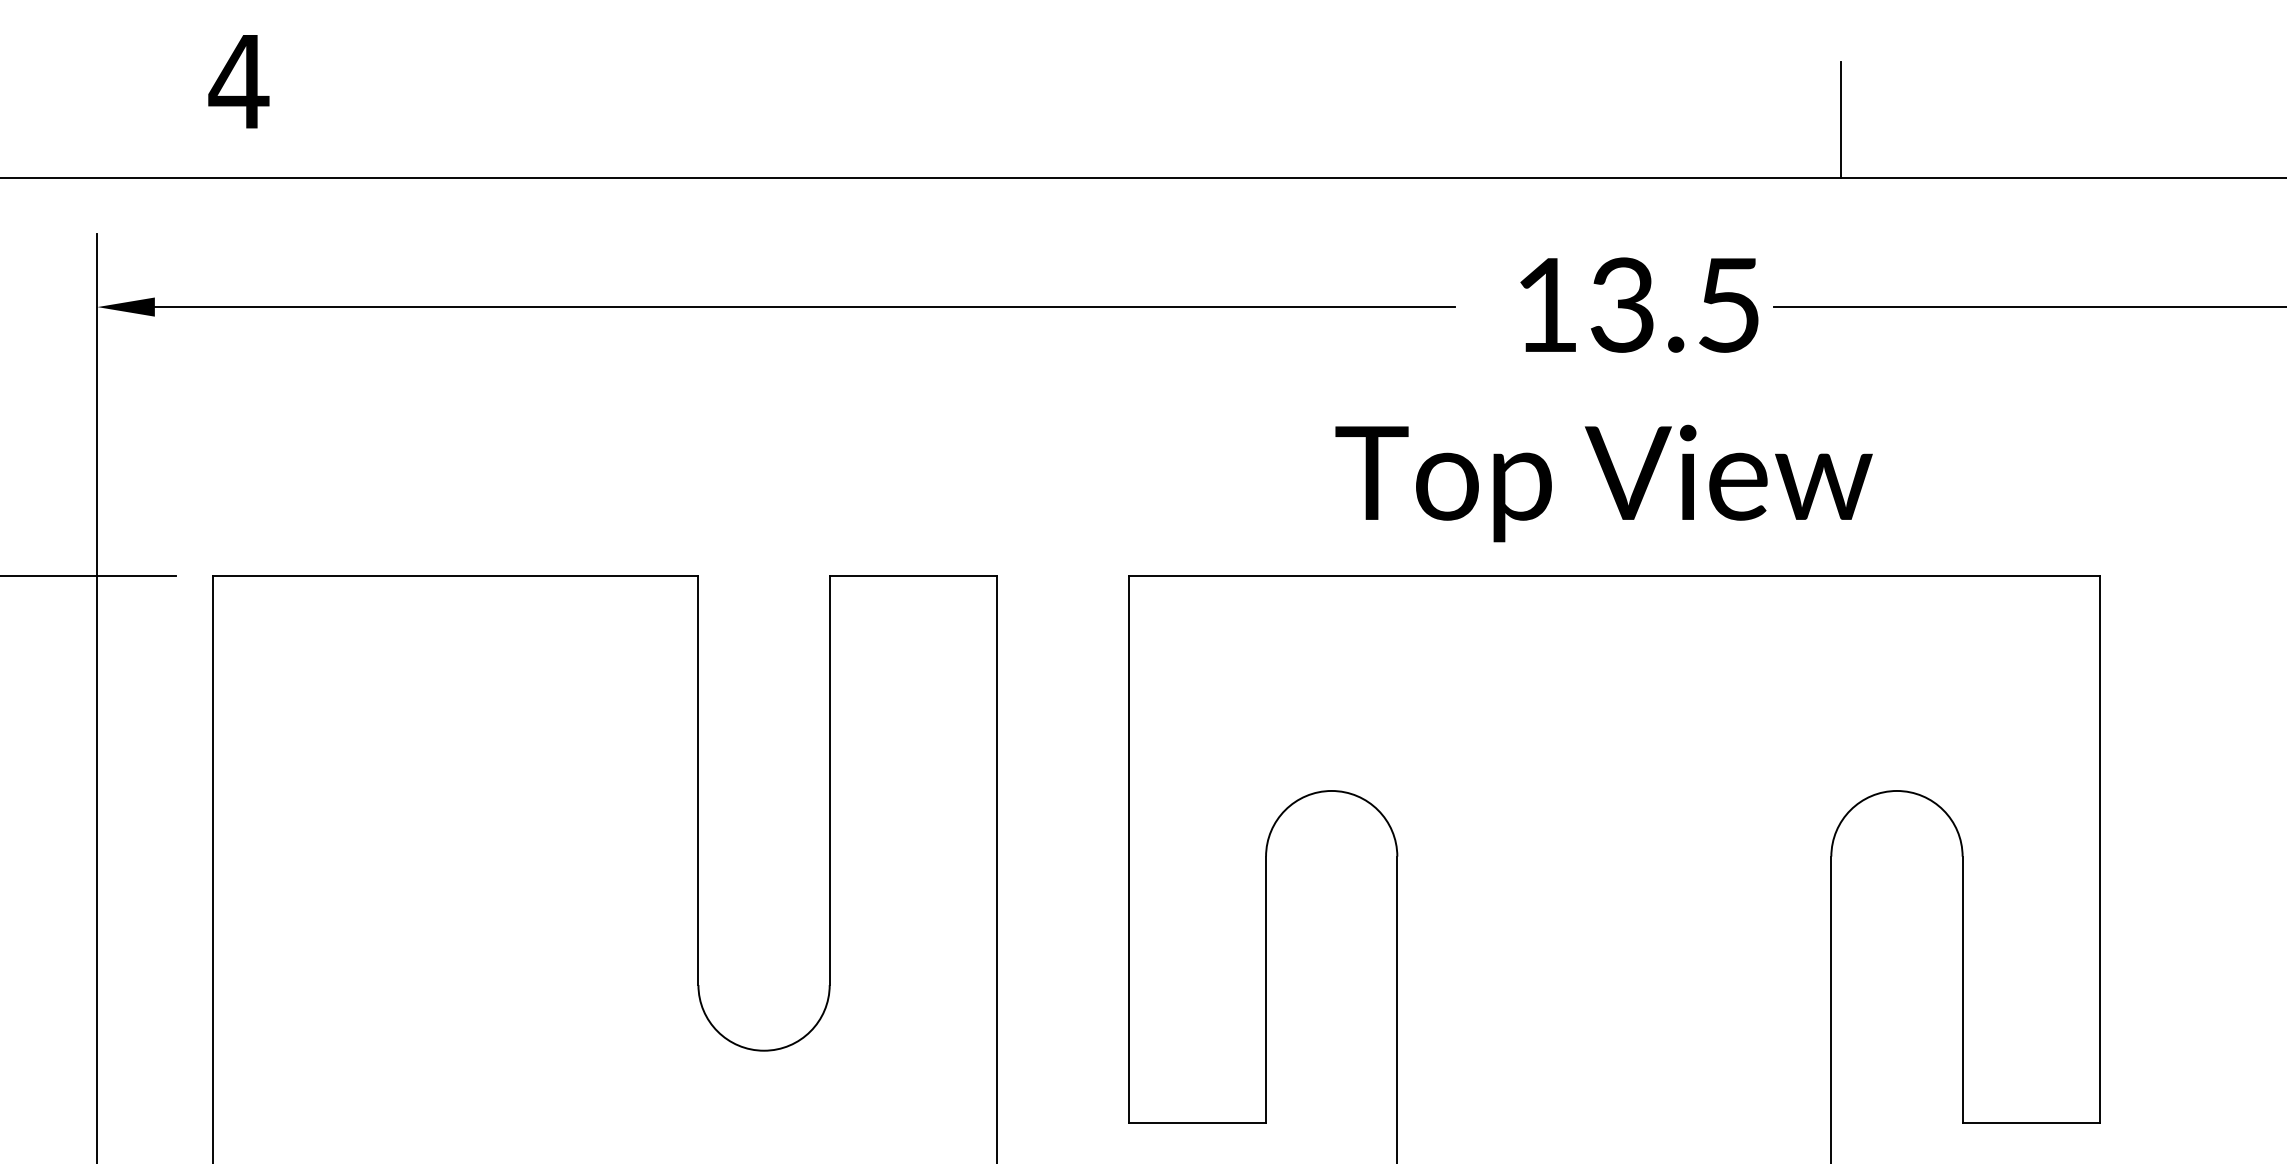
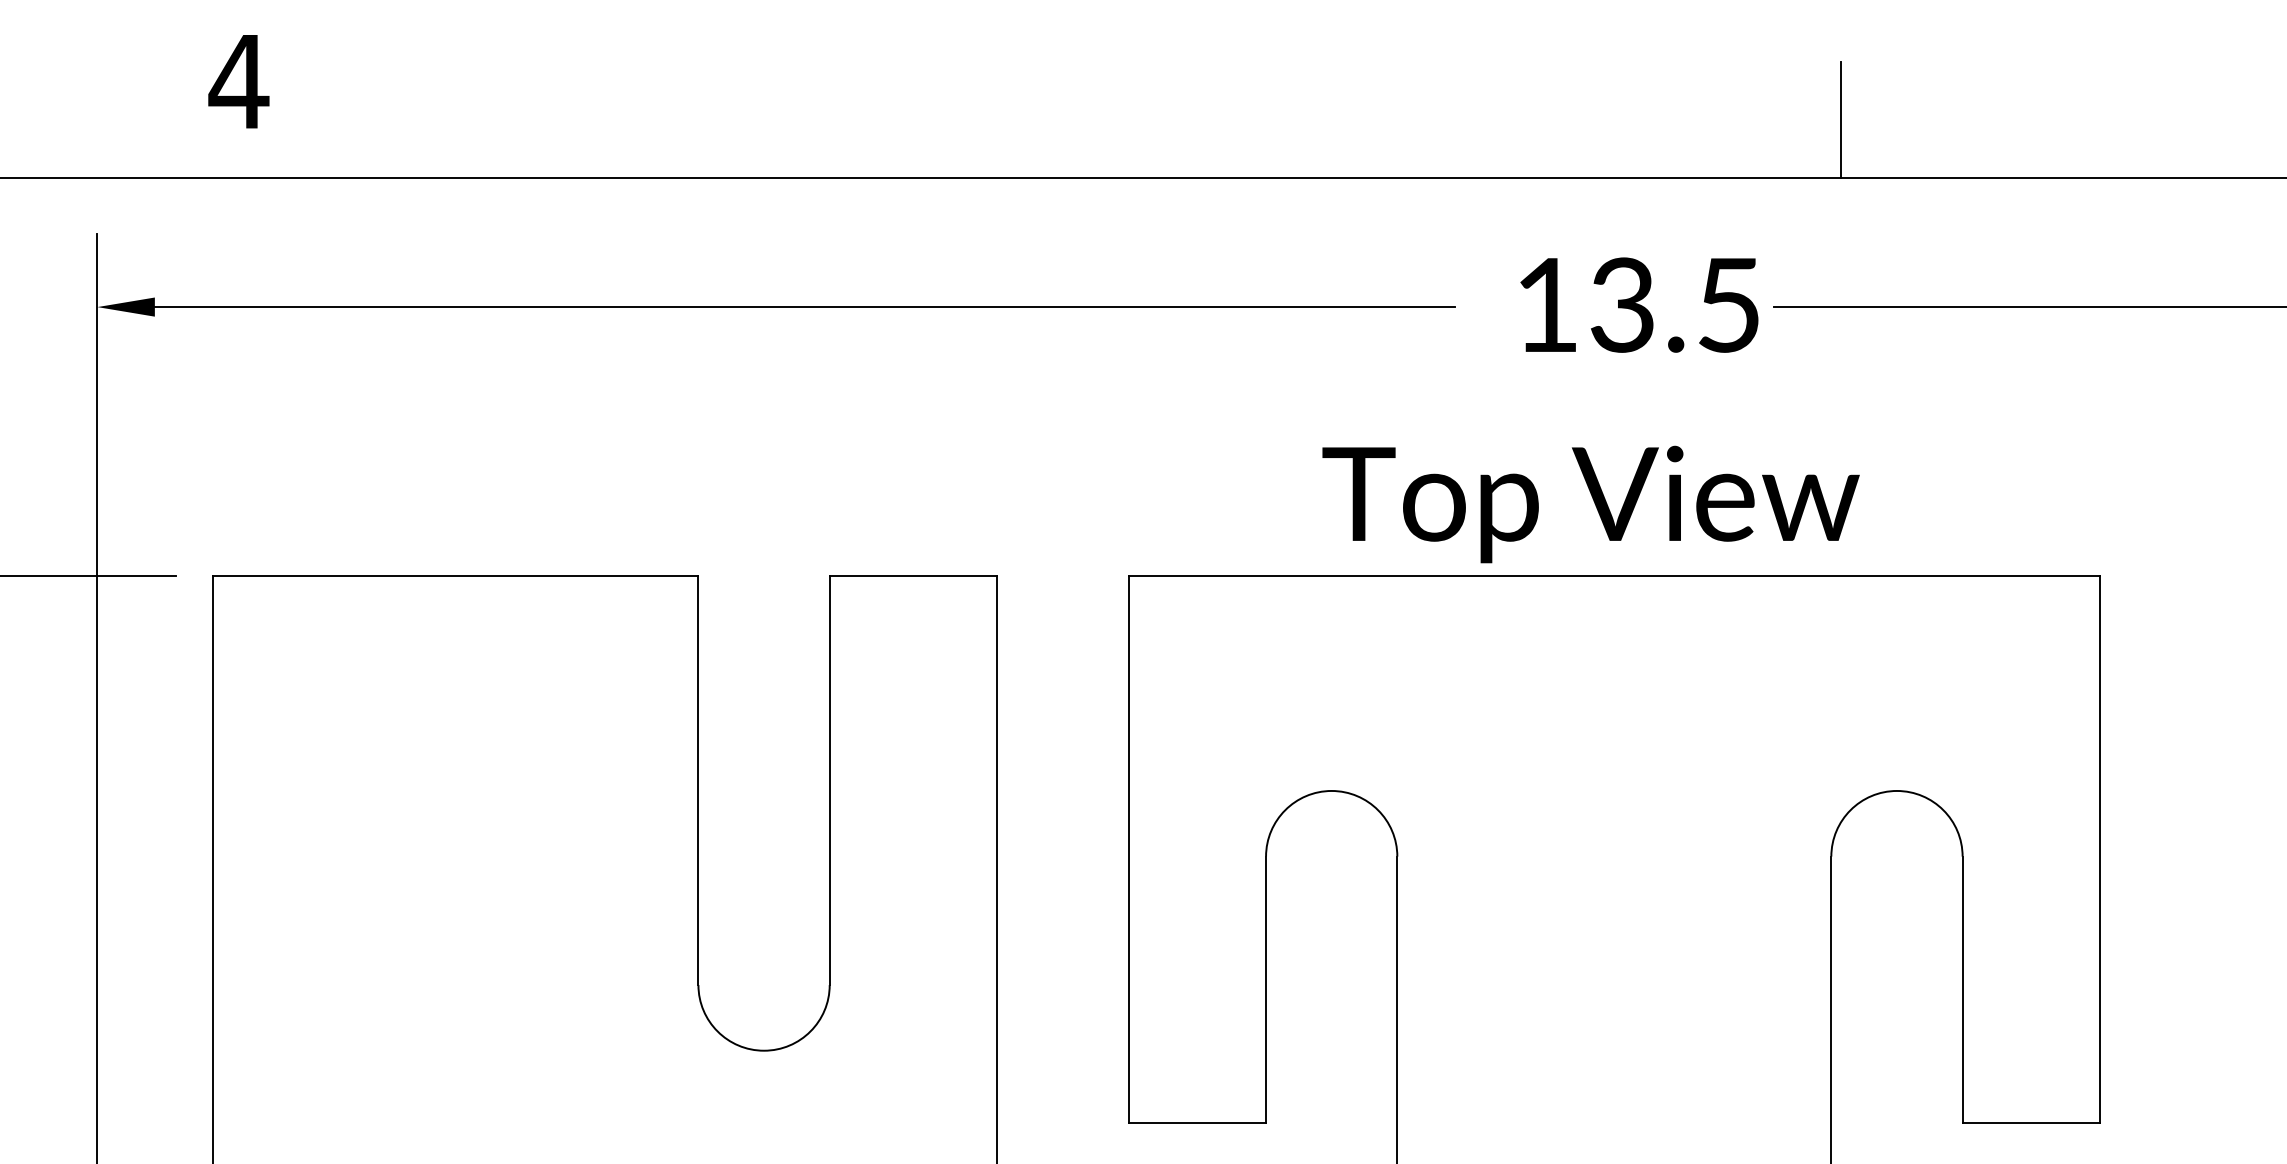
text at (1603, 483) position: (1603, 483) -> (1590, 504)
